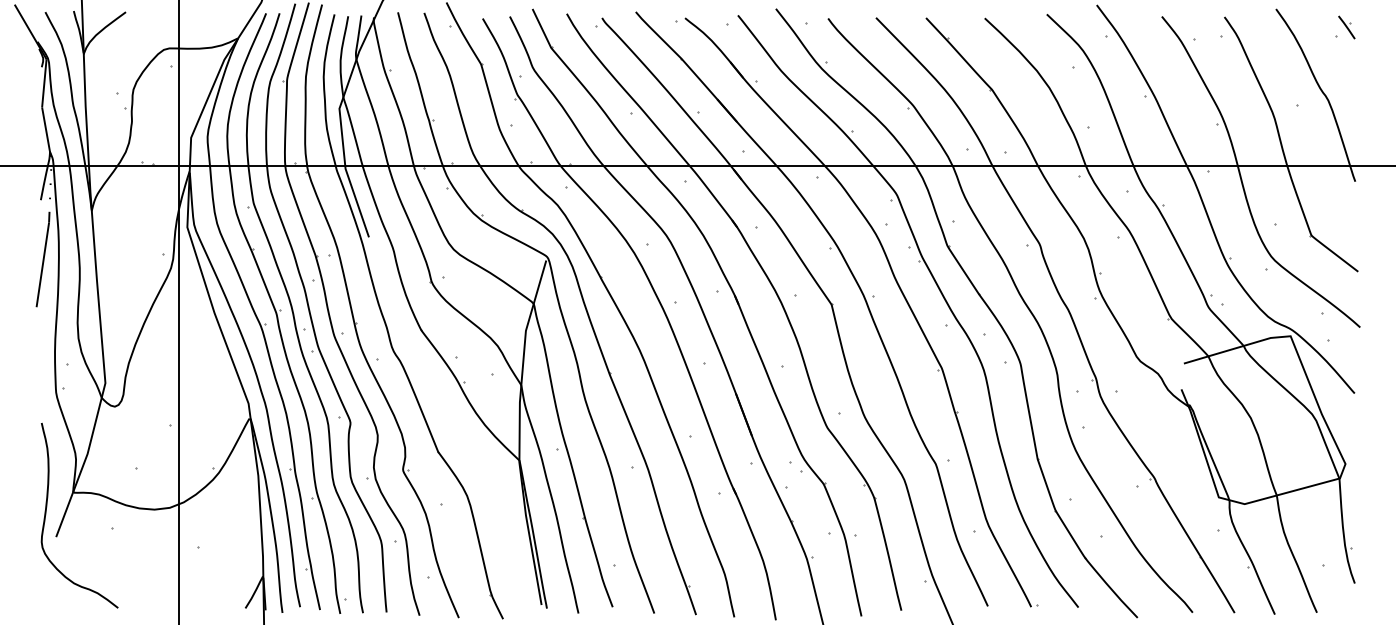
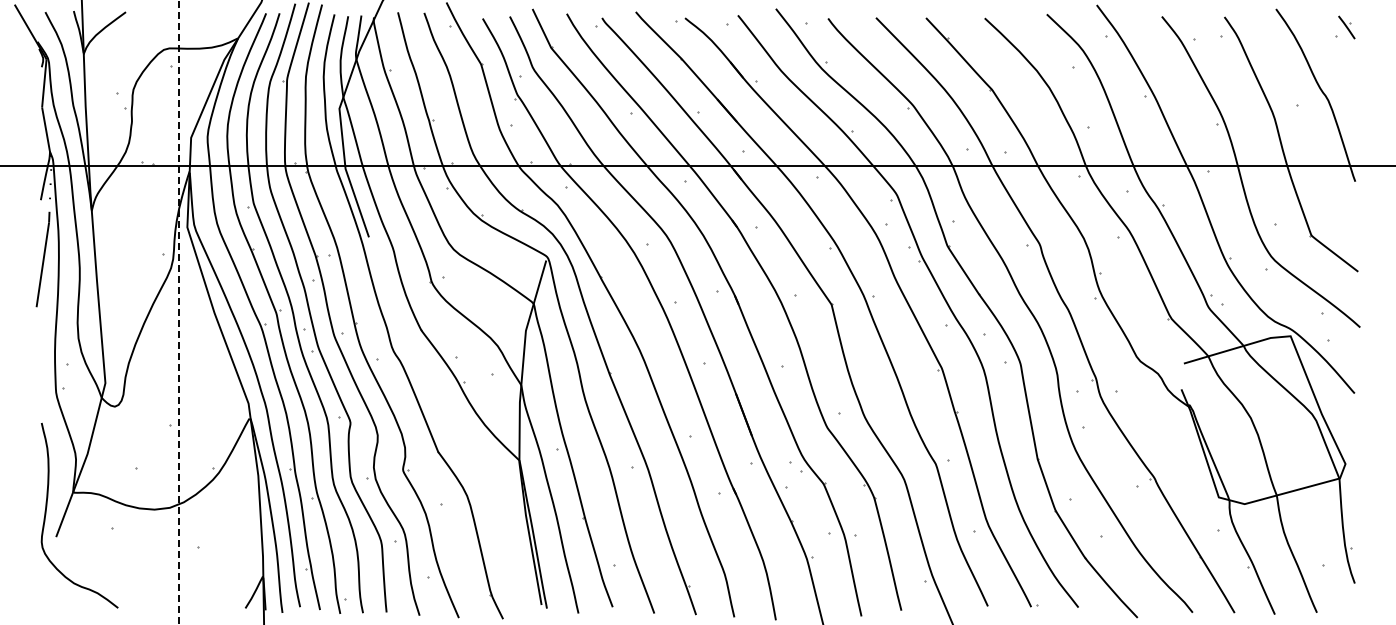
line at (179, 311): solid -> dashed
